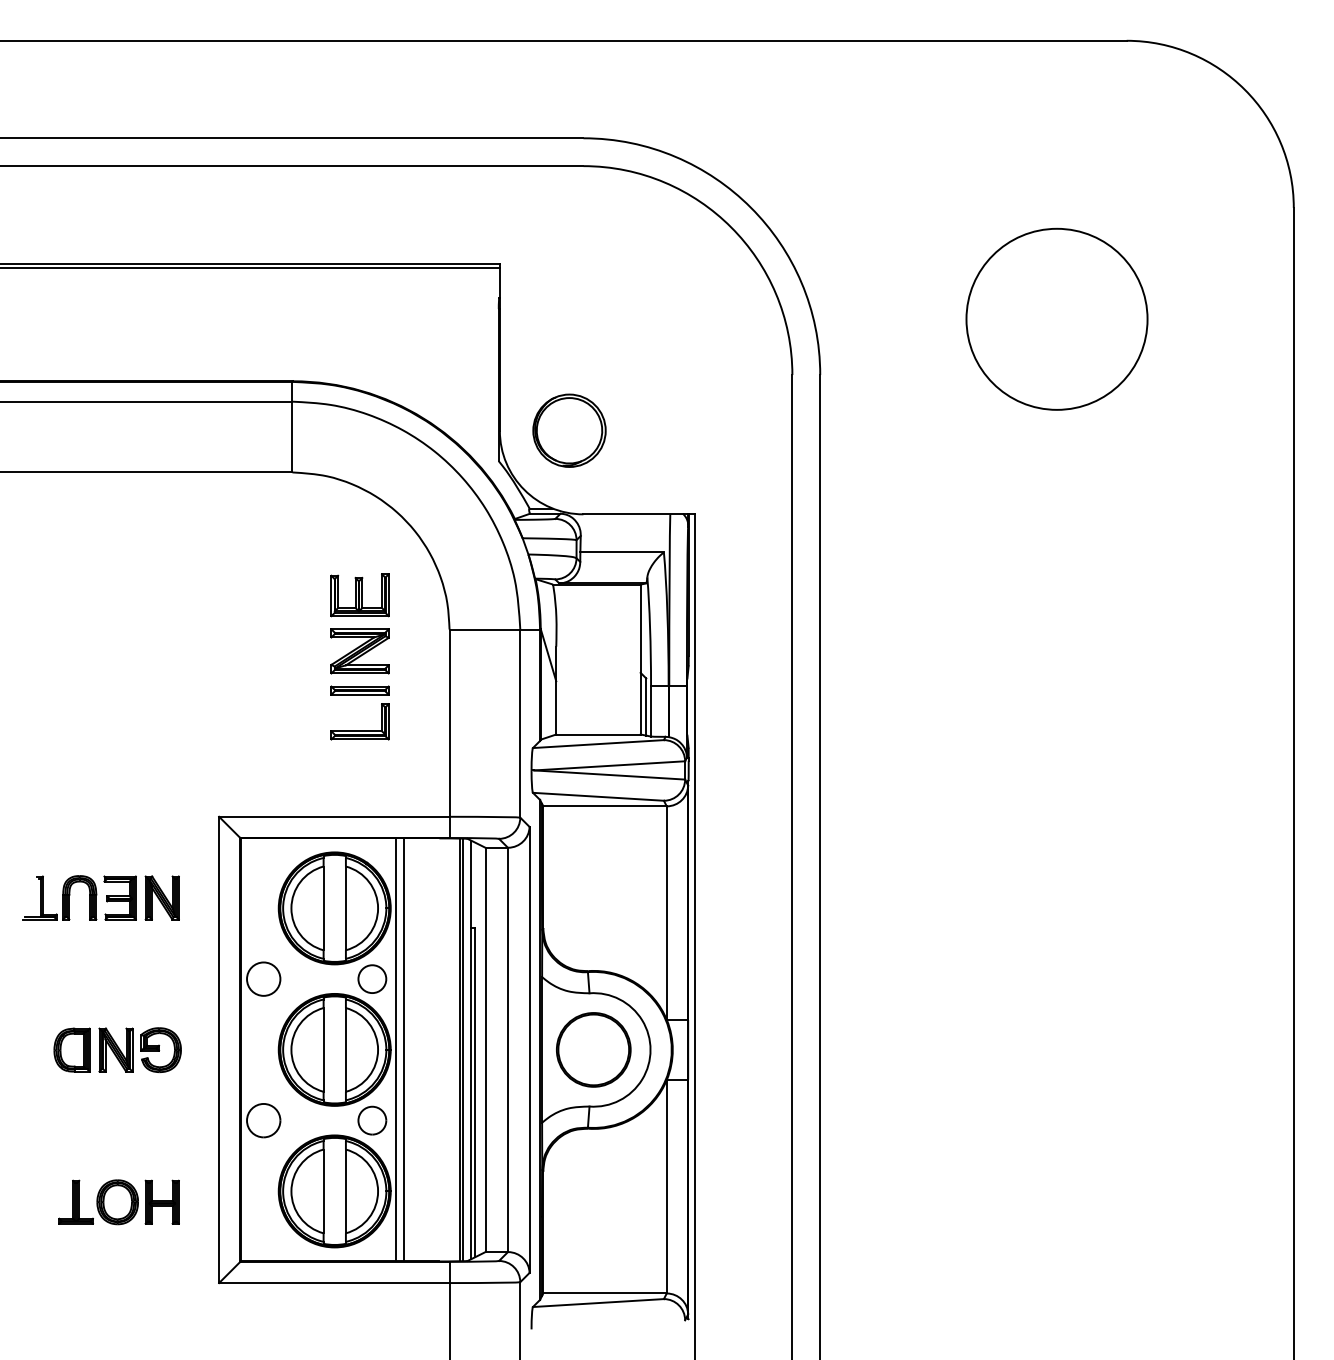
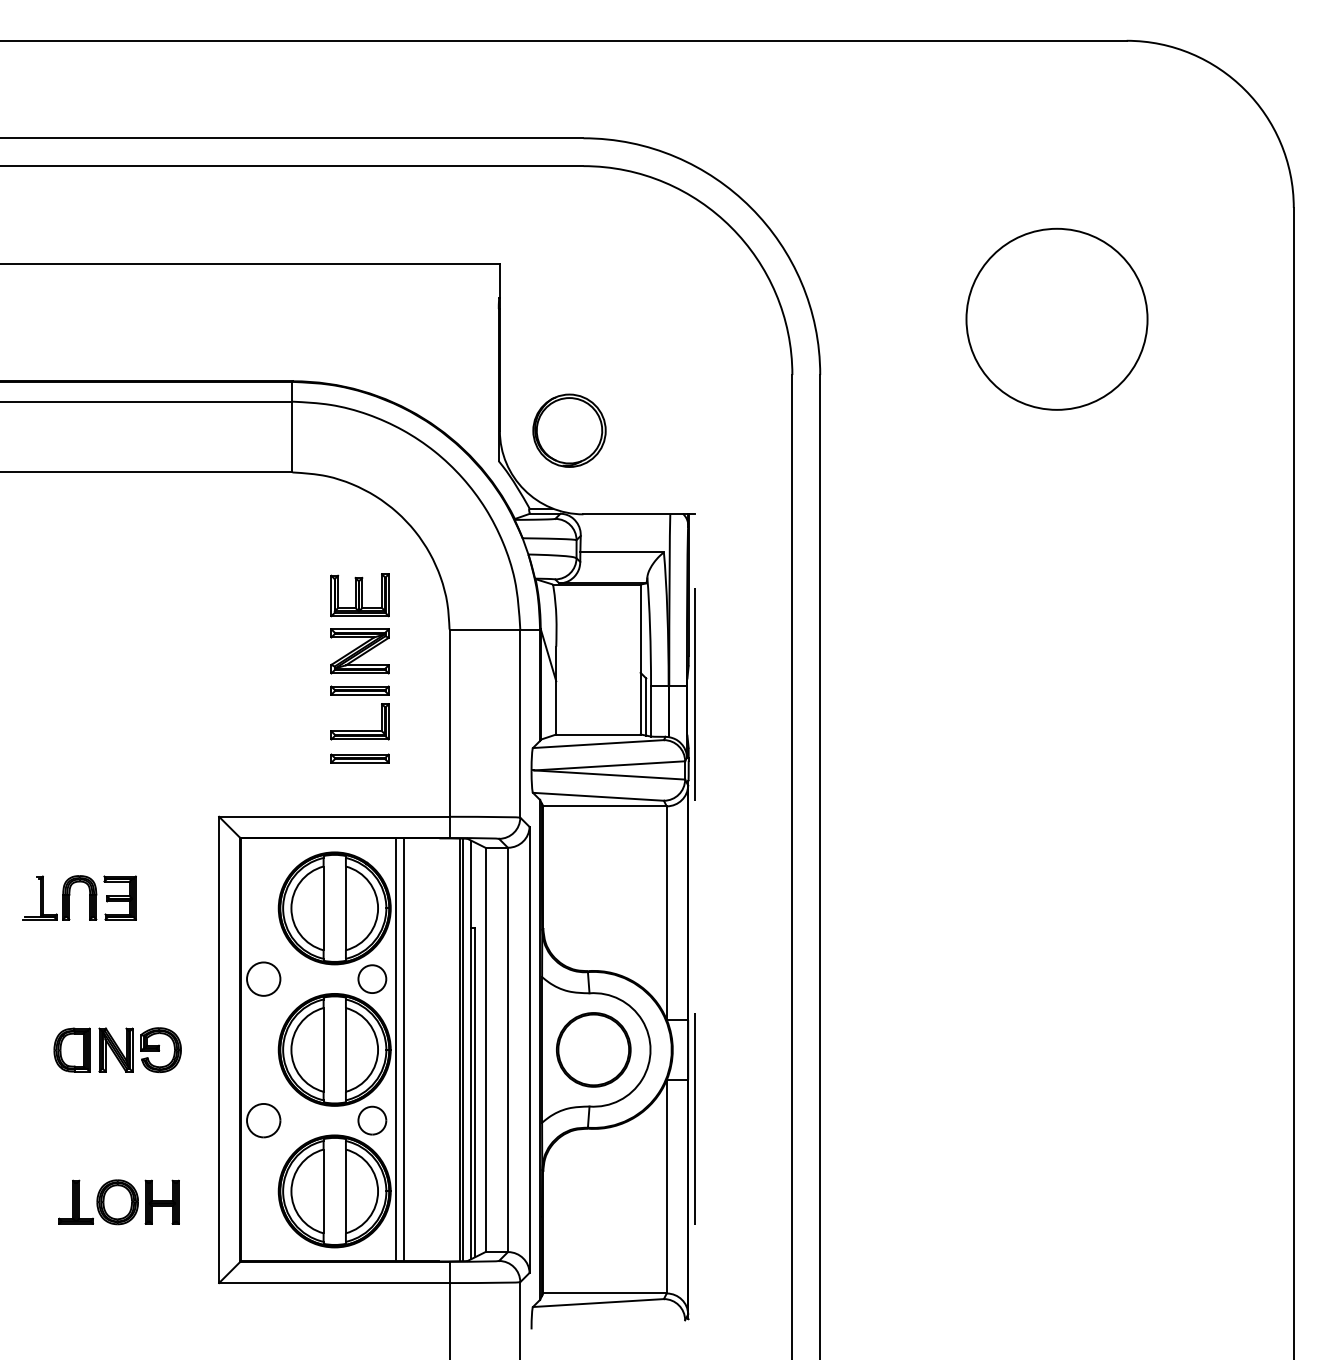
line at (250, 268): present -> none
part at (359, 758): none -> present
part at (161, 897): present -> none
line at (694, 936): solid -> dashed
